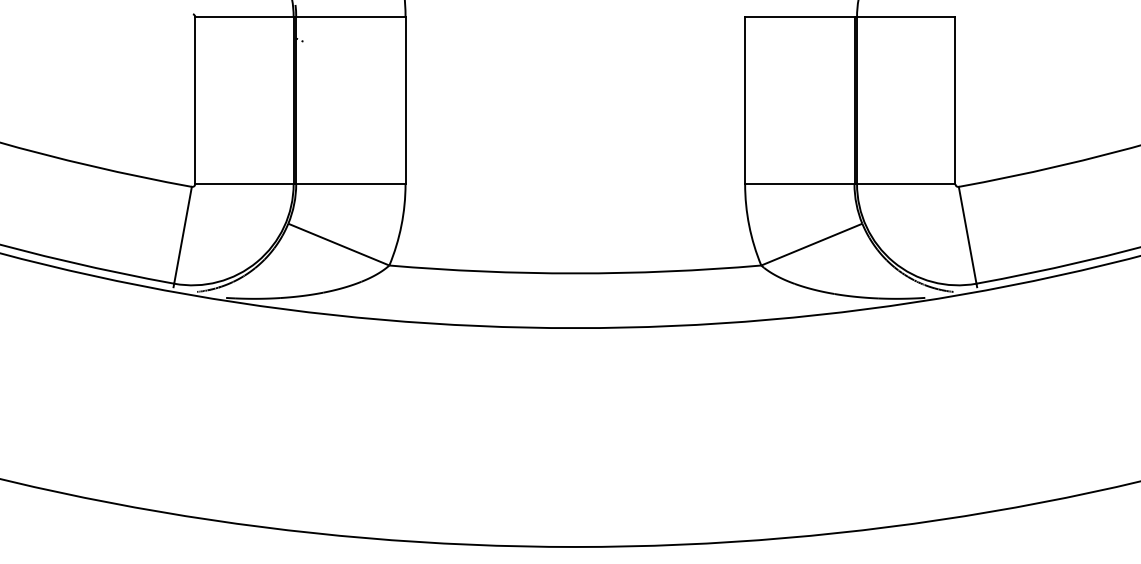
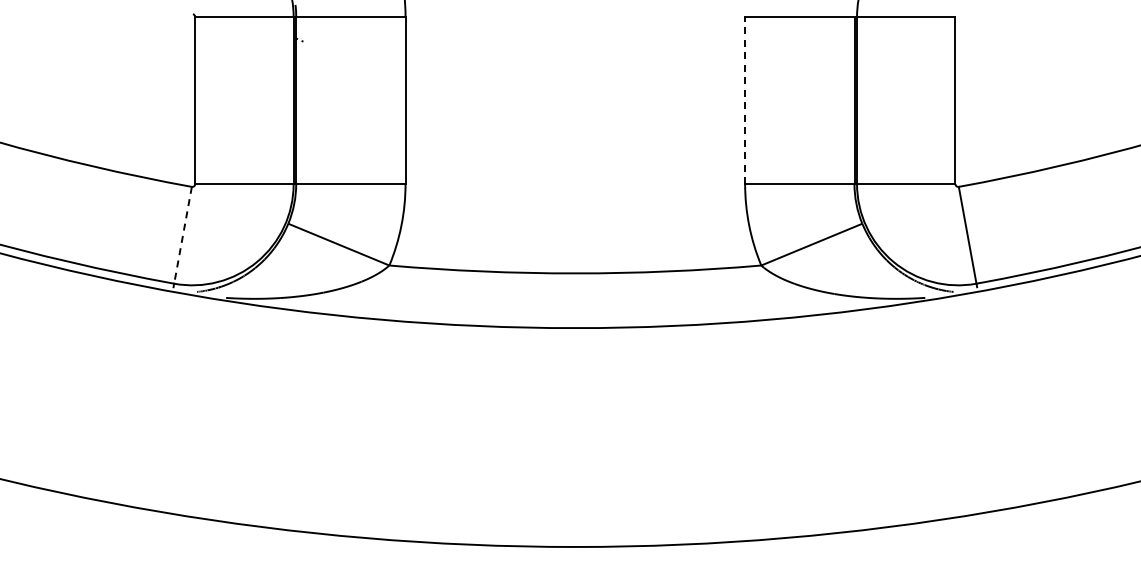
line at (745, 100): solid -> dashed
line at (182, 235): solid -> dashed
